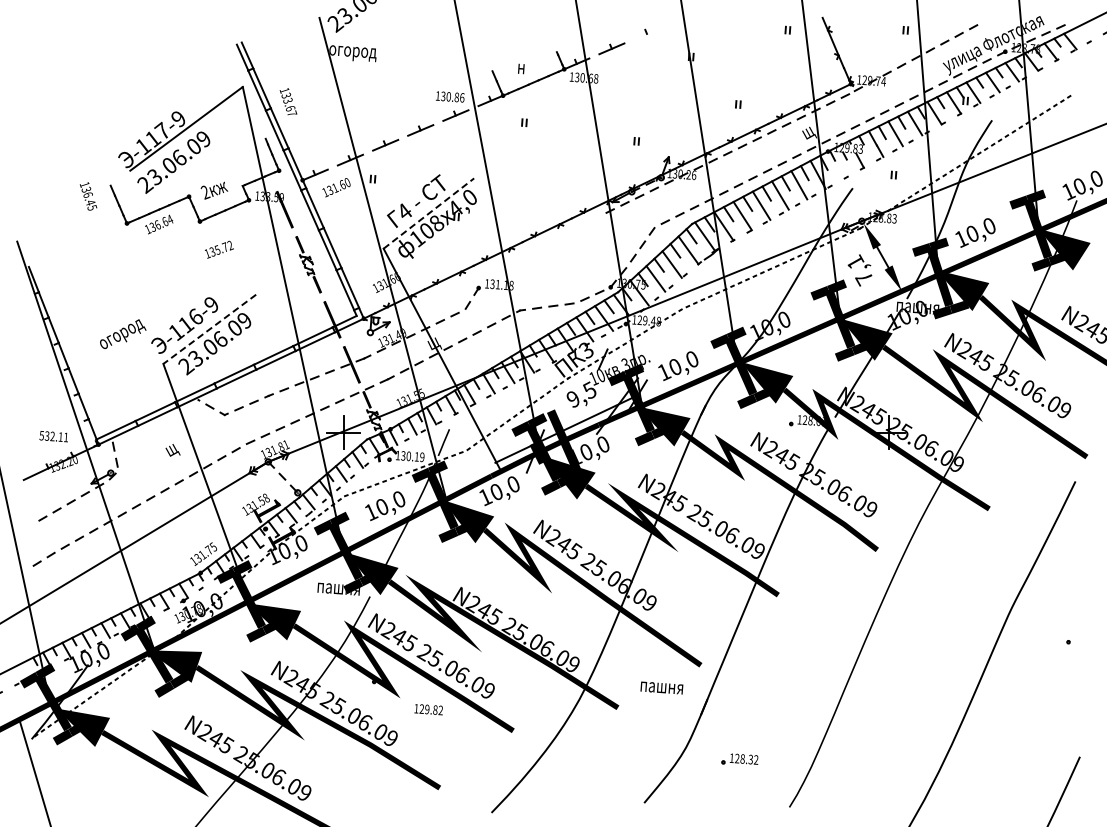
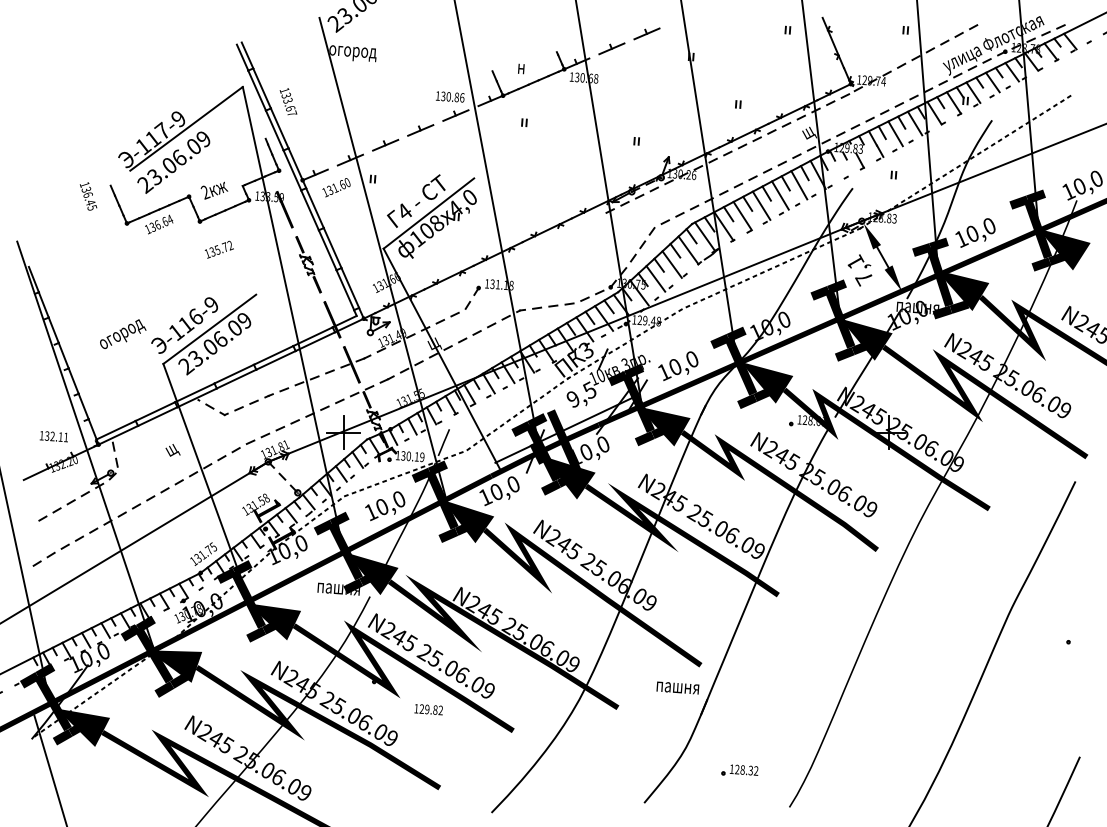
line at (646, 33): none -> present
line at (429, 213): dashed -> solid
line at (209, 329): dashed -> solid
text at (41, 435): 532.11 -> 132.11
text at (661, 687) position: (661, 687) -> (677, 687)
part at (739, 758) position: (739, 758) -> (739, 769)
line at (34, 771) position: (34, 771) -> (50, 769)
